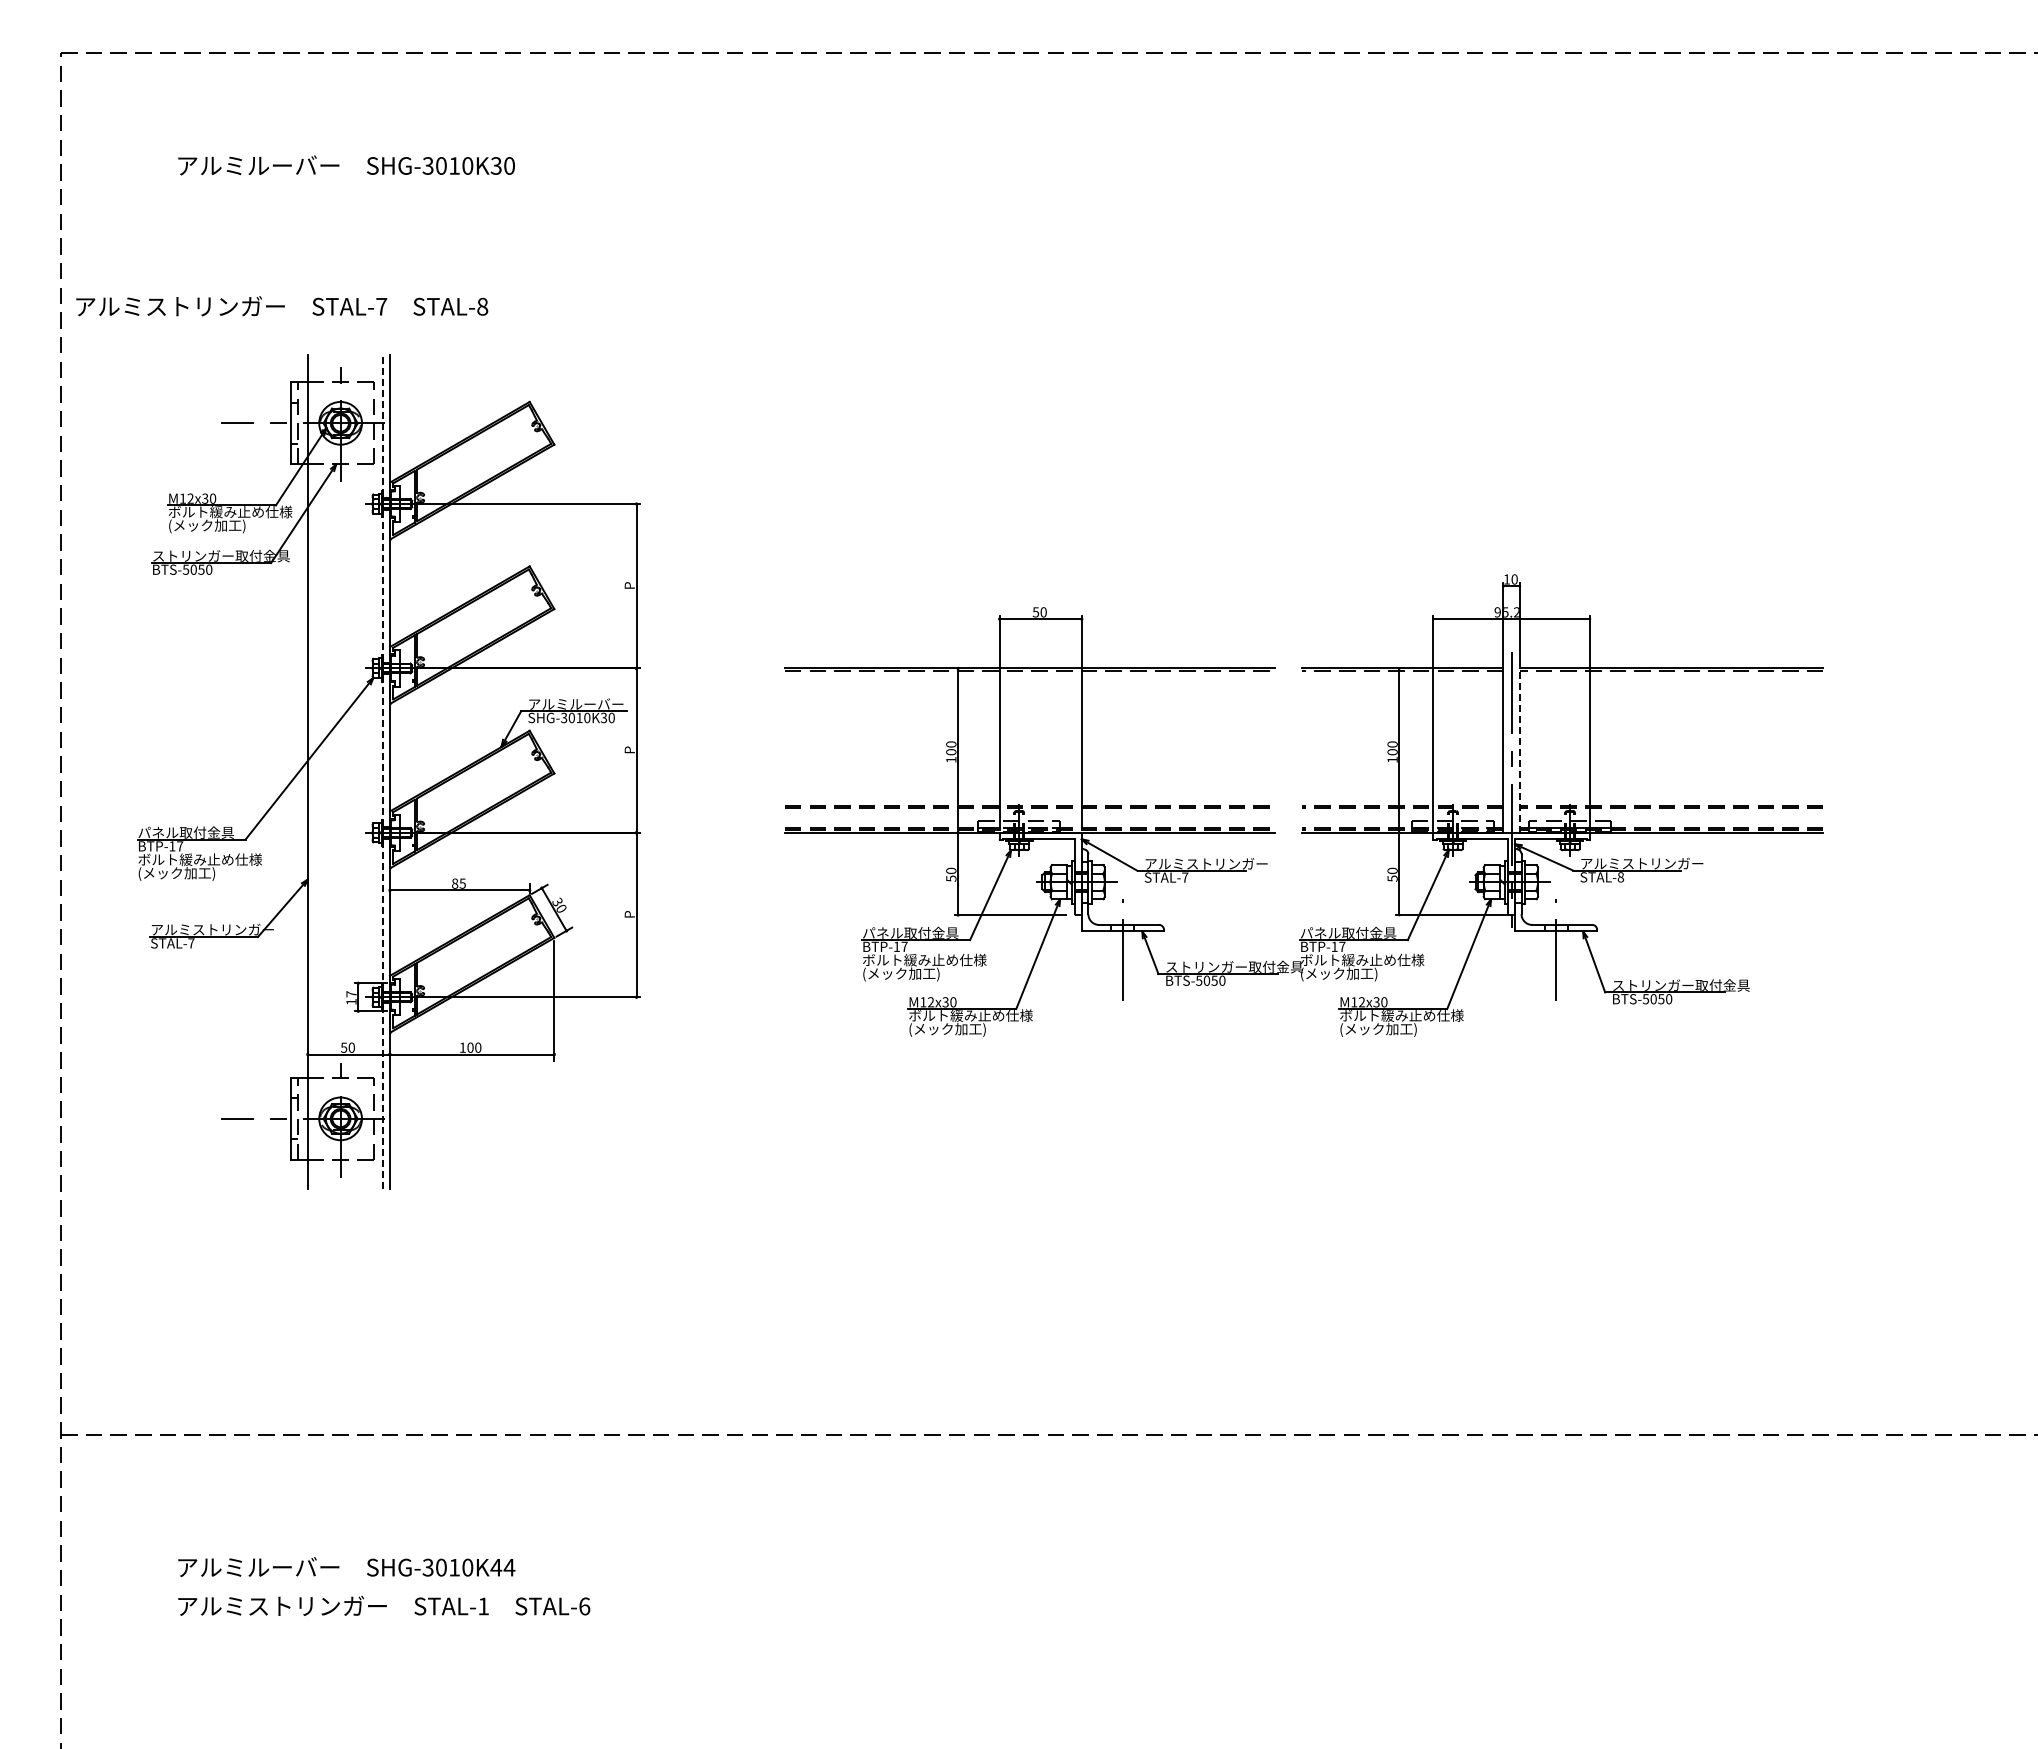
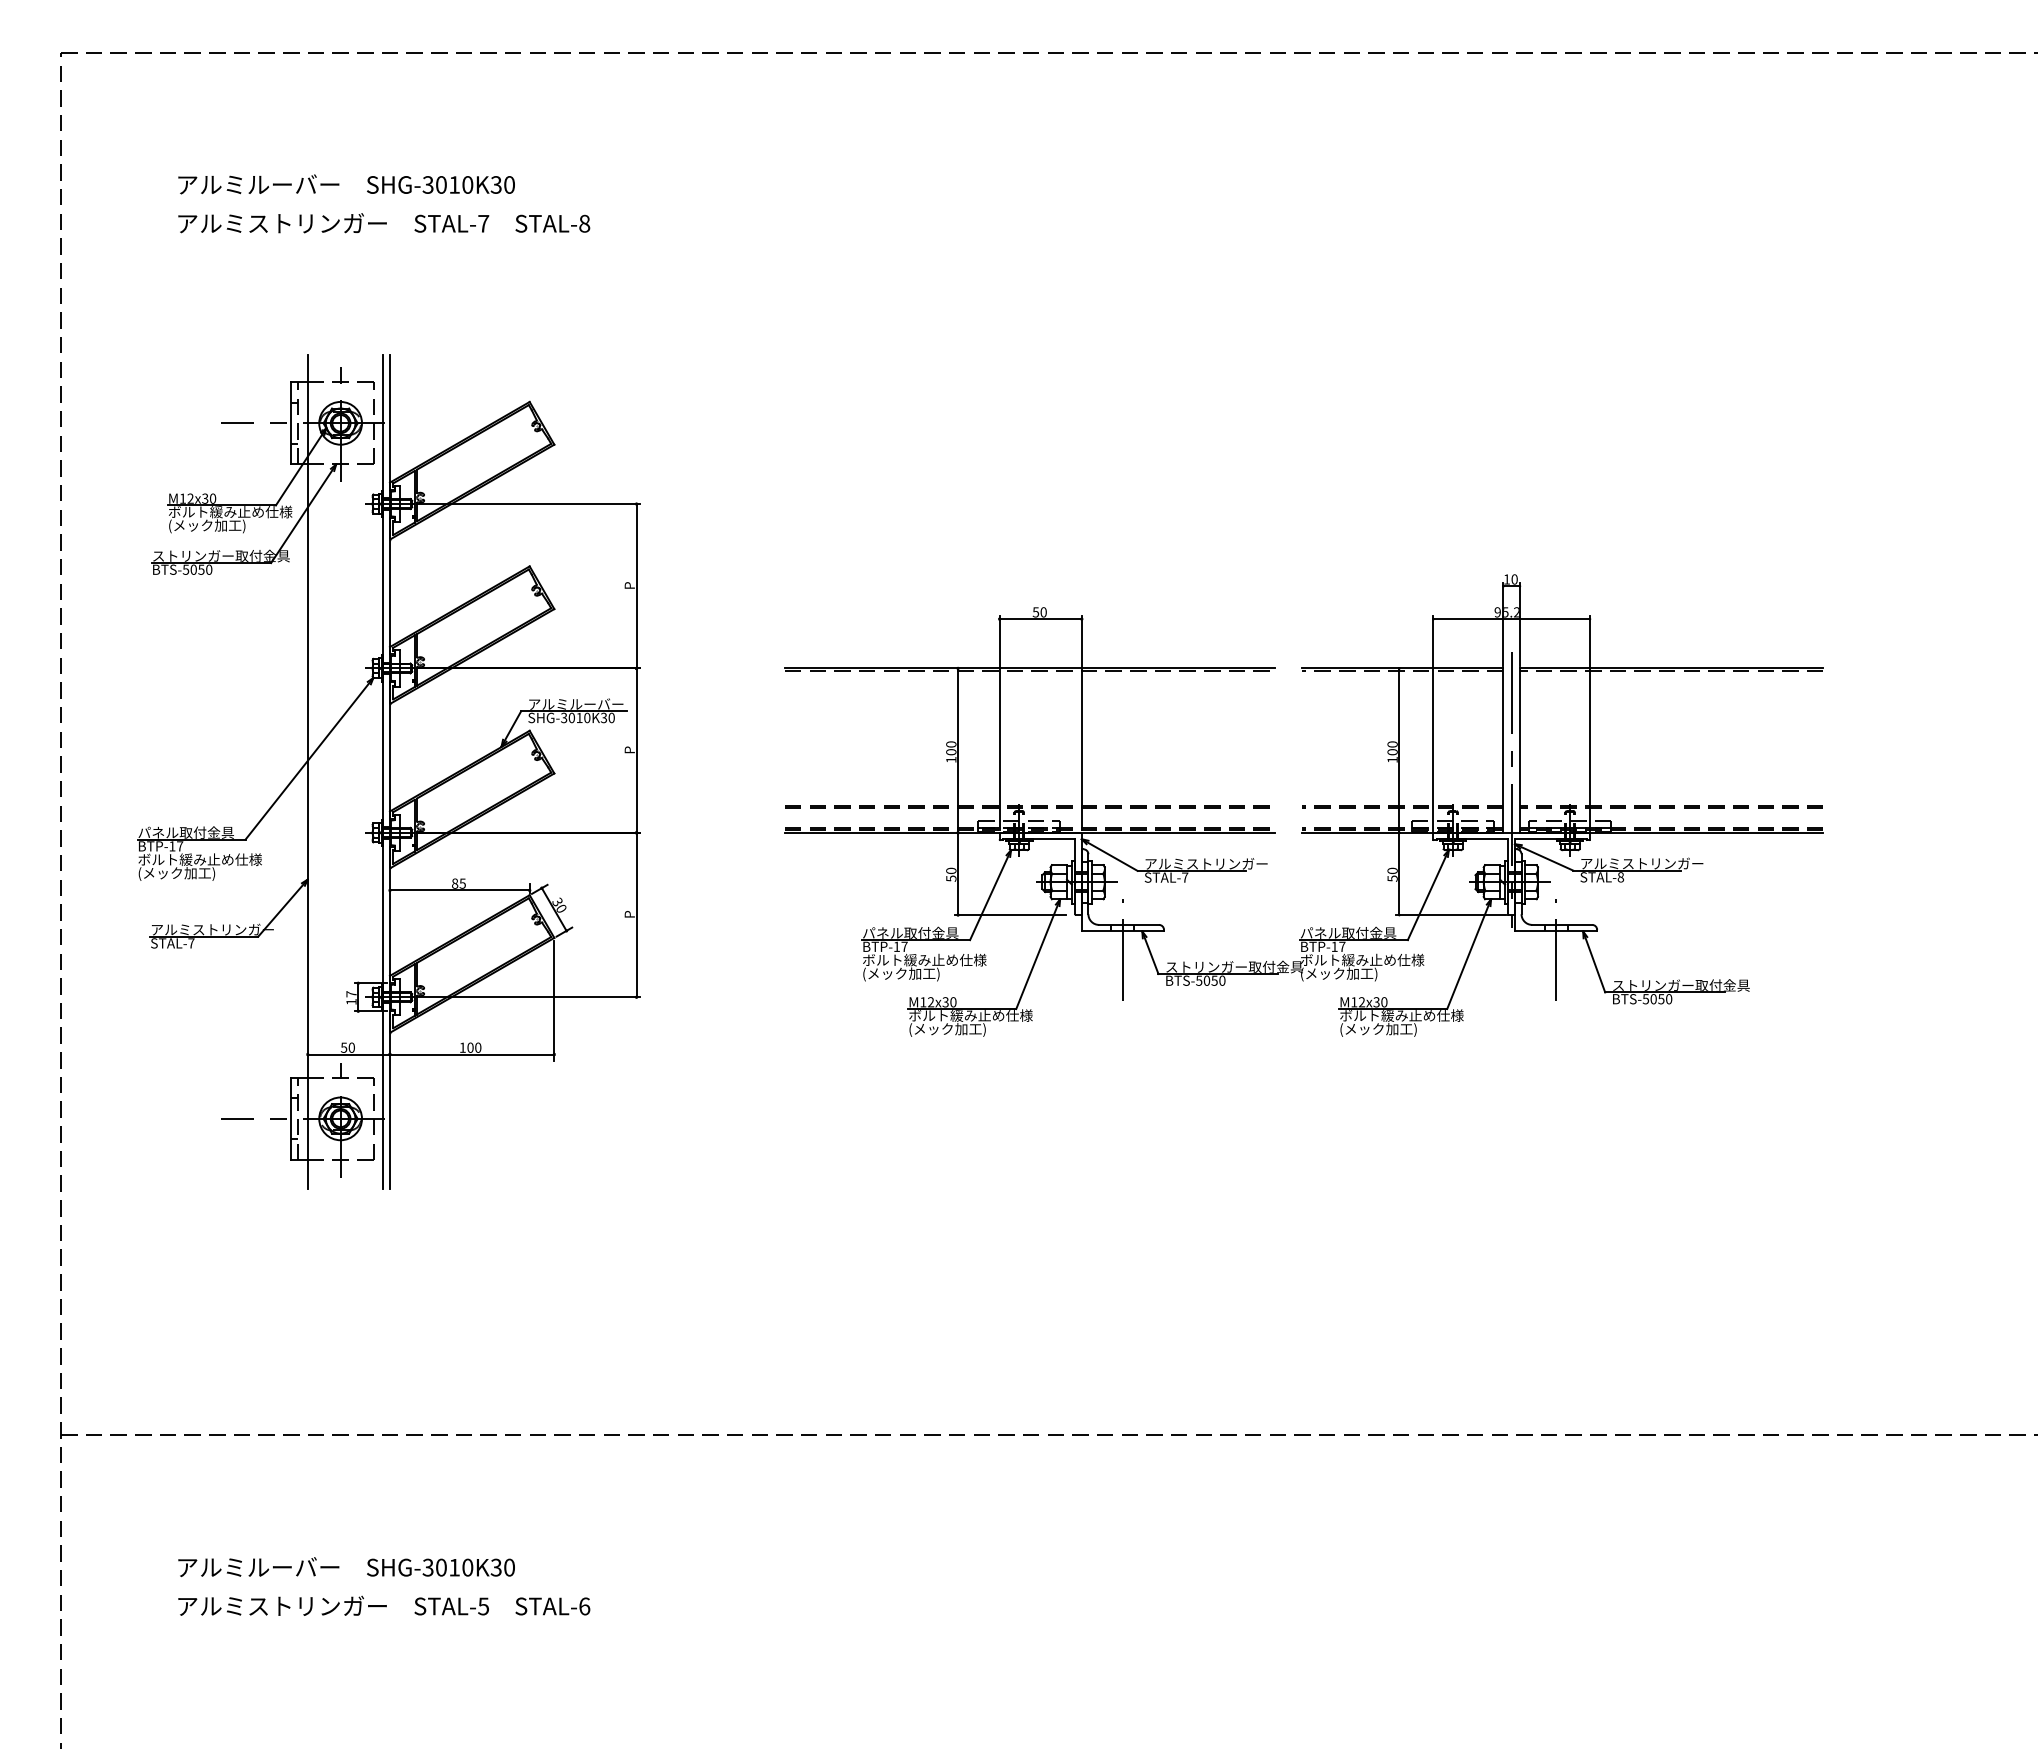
text at (346, 165) position: (346, 165) -> (346, 184)
text at (282, 306) position: (282, 306) -> (384, 223)
line at (1519, 750): dashed -> solid
line at (383, 771): dashed -> solid
text at (502, 1567): SHG-3010K44 -> SHG-3010K30
text at (483, 1606): STAL-1 -> STAL-5
